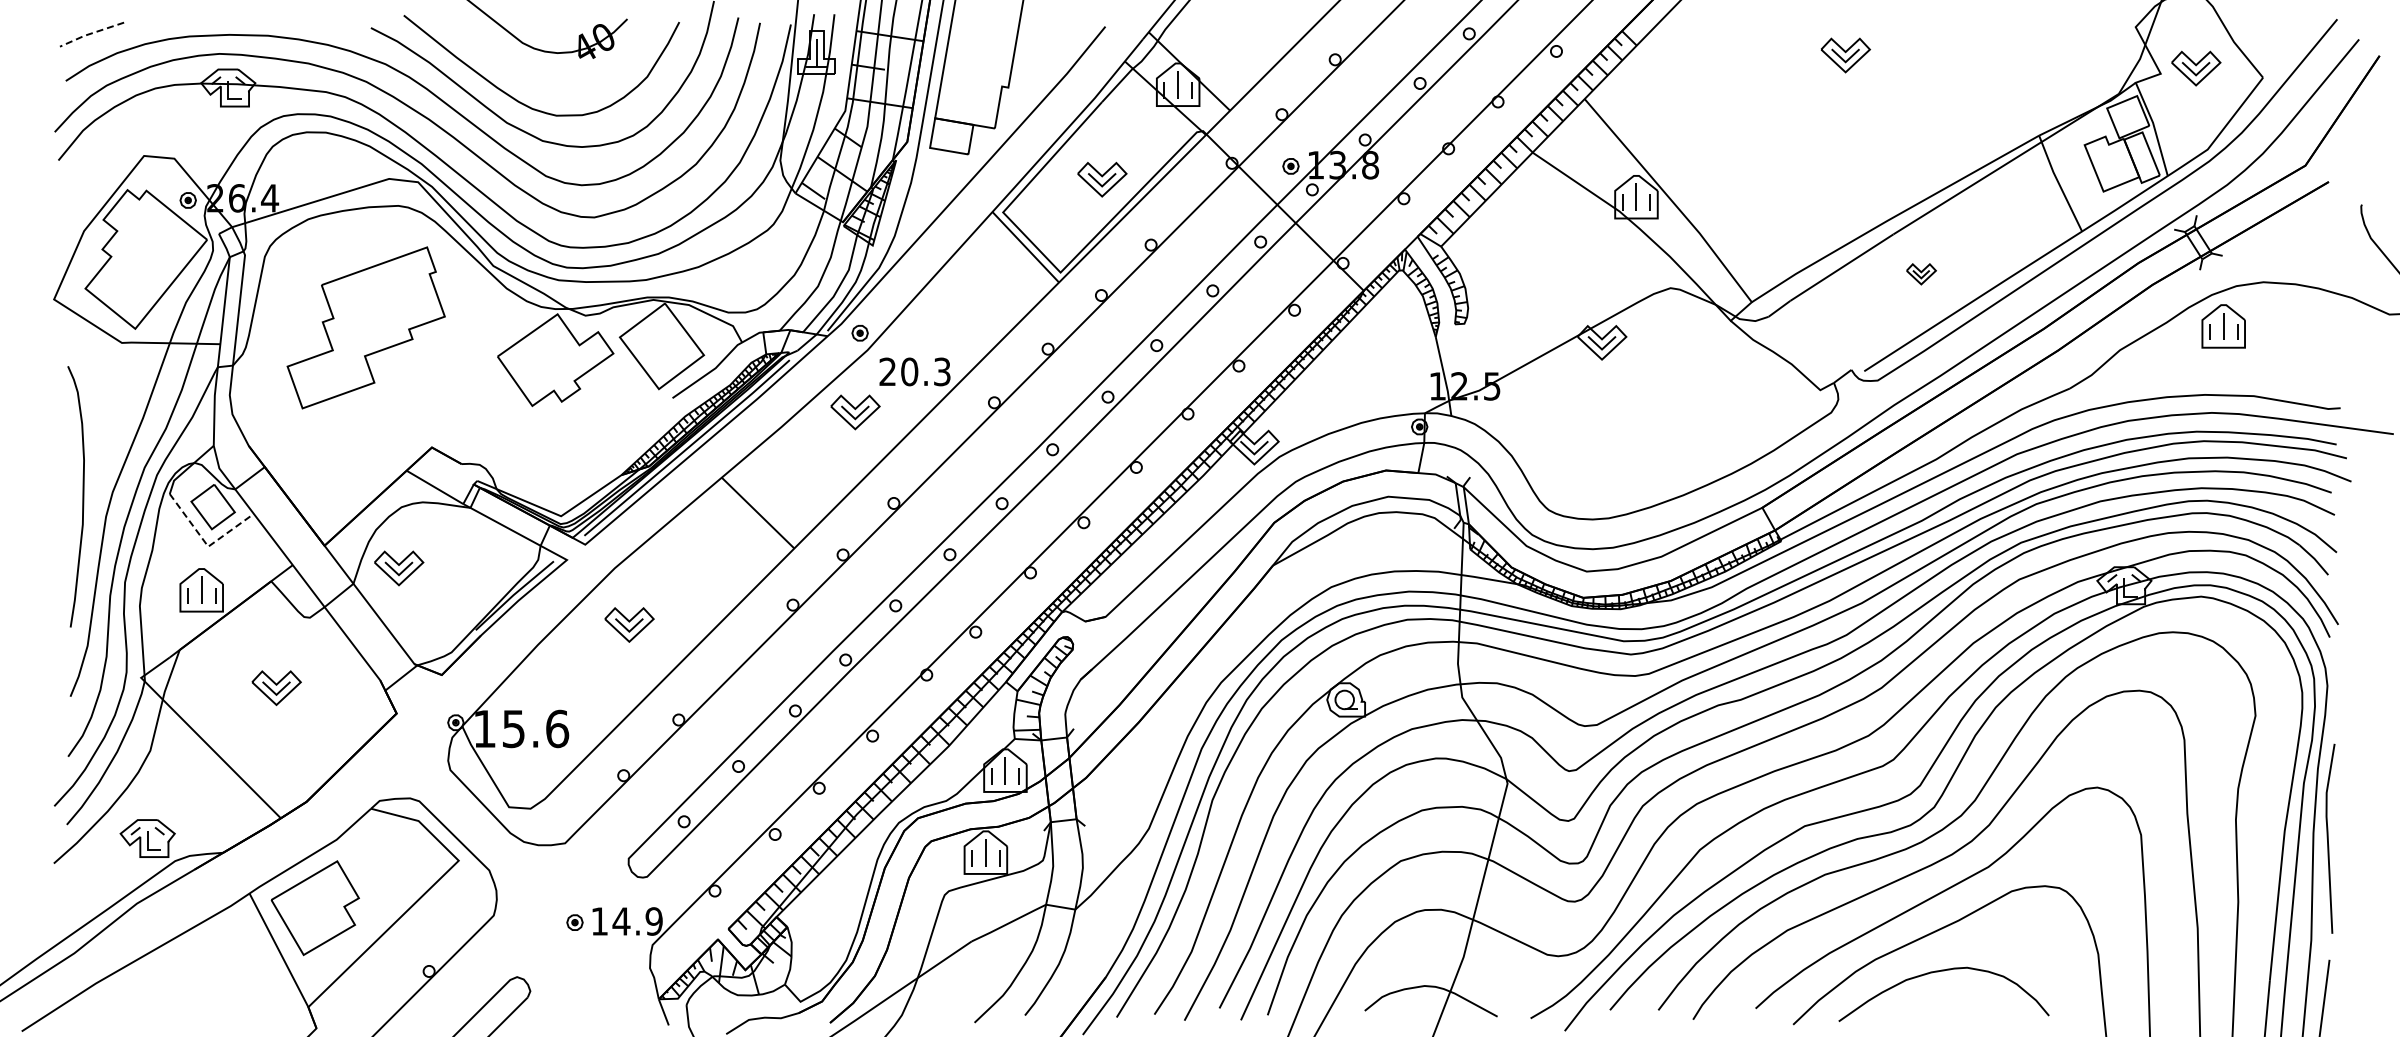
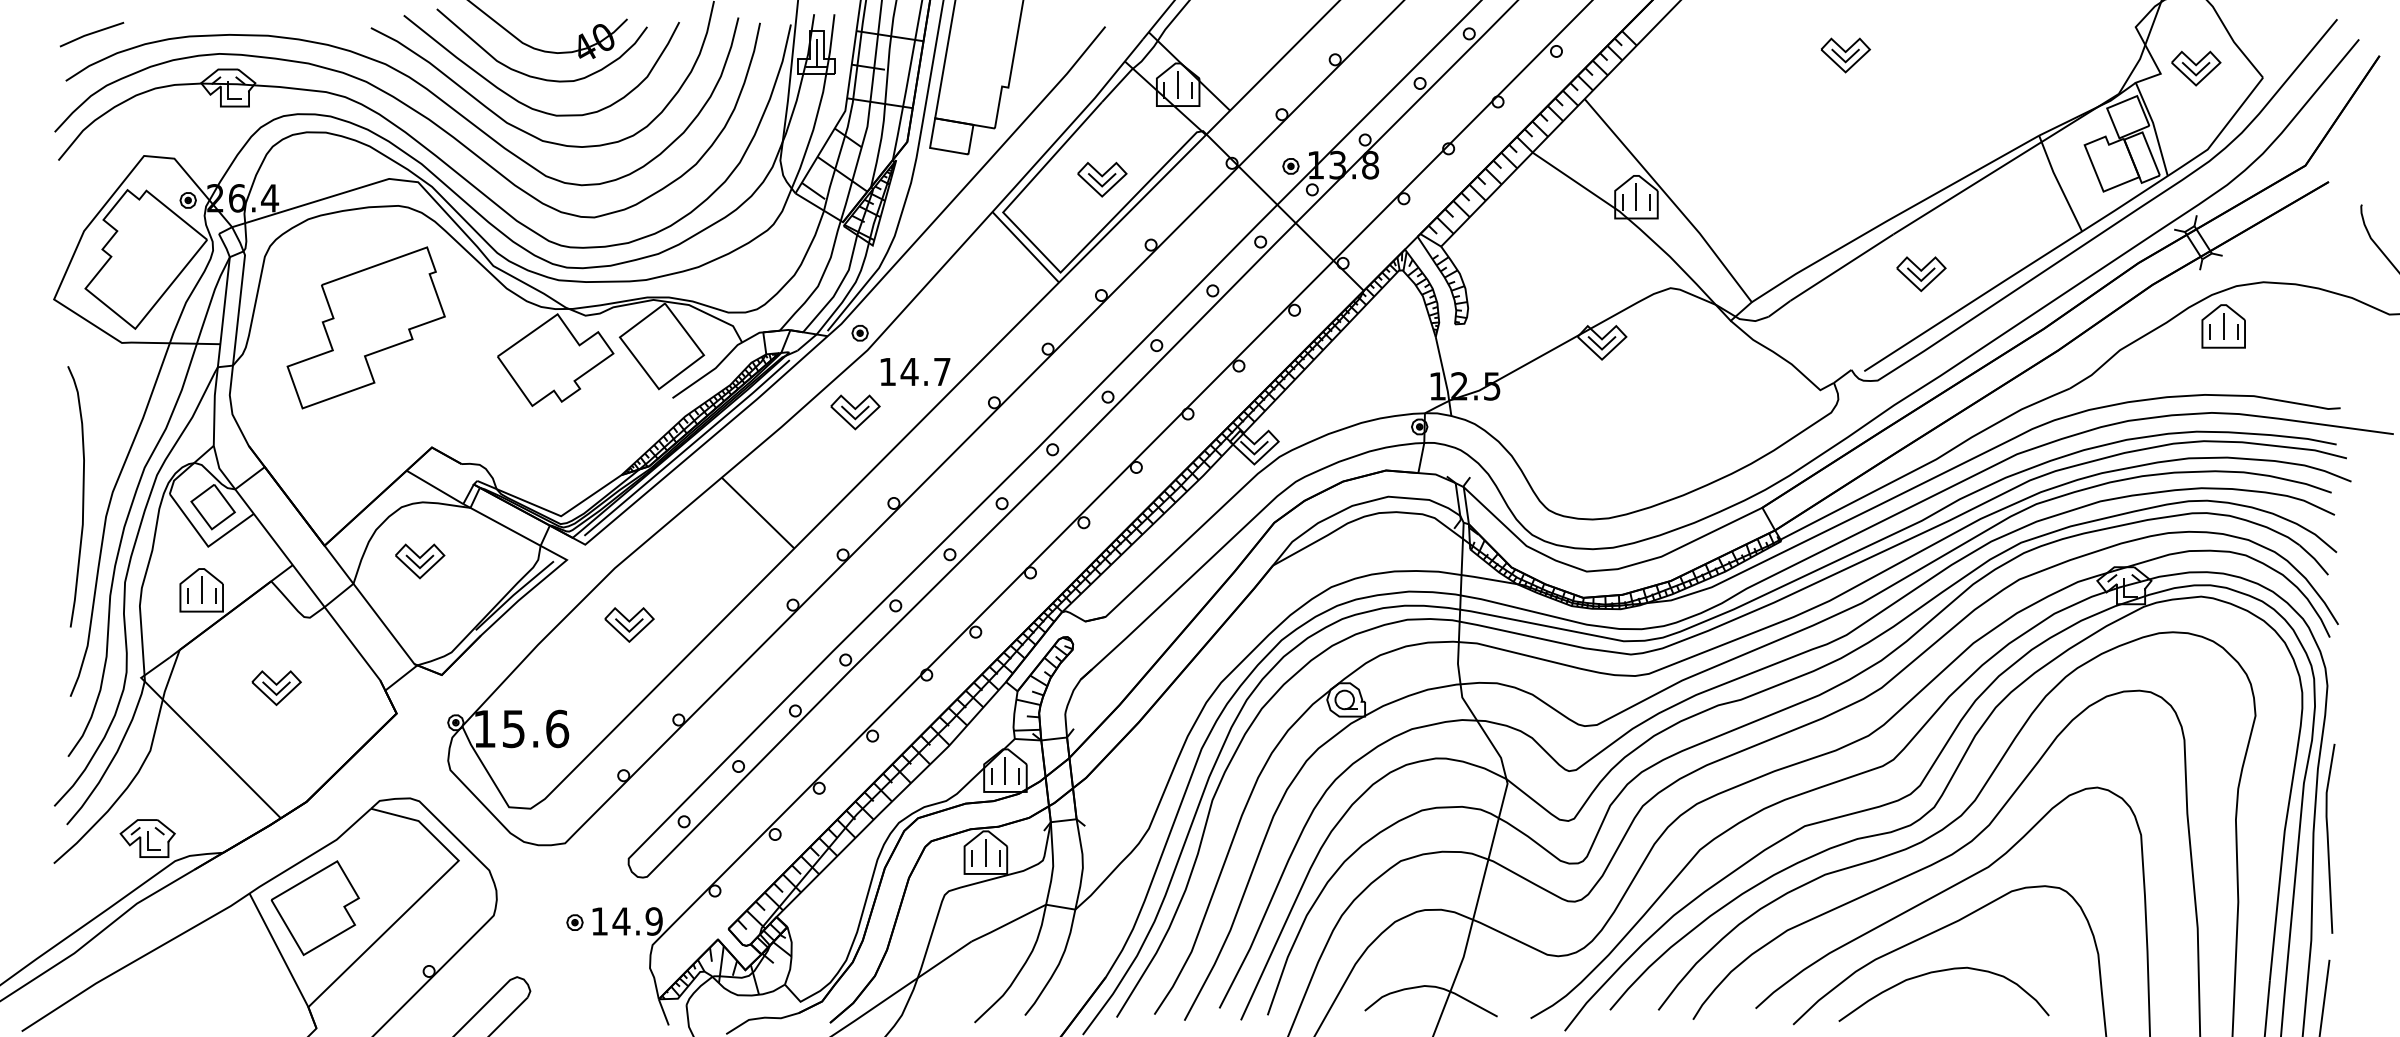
line at (90, 33): dashed -> solid
curve at (535, 76): none -> present
part at (1921, 274) size: 31x23 px -> 51x37 px
text at (914, 371): 20.3 -> 14.7
line at (205, 543): dashed -> solid
part at (399, 568) position: (399, 568) -> (420, 561)
